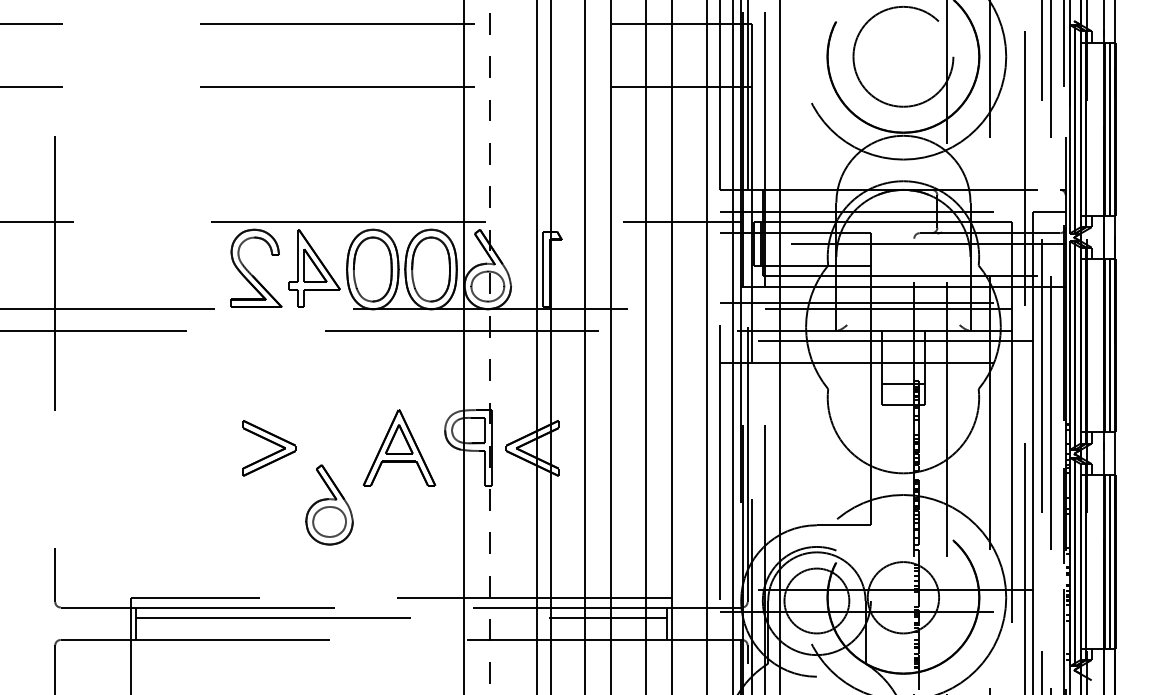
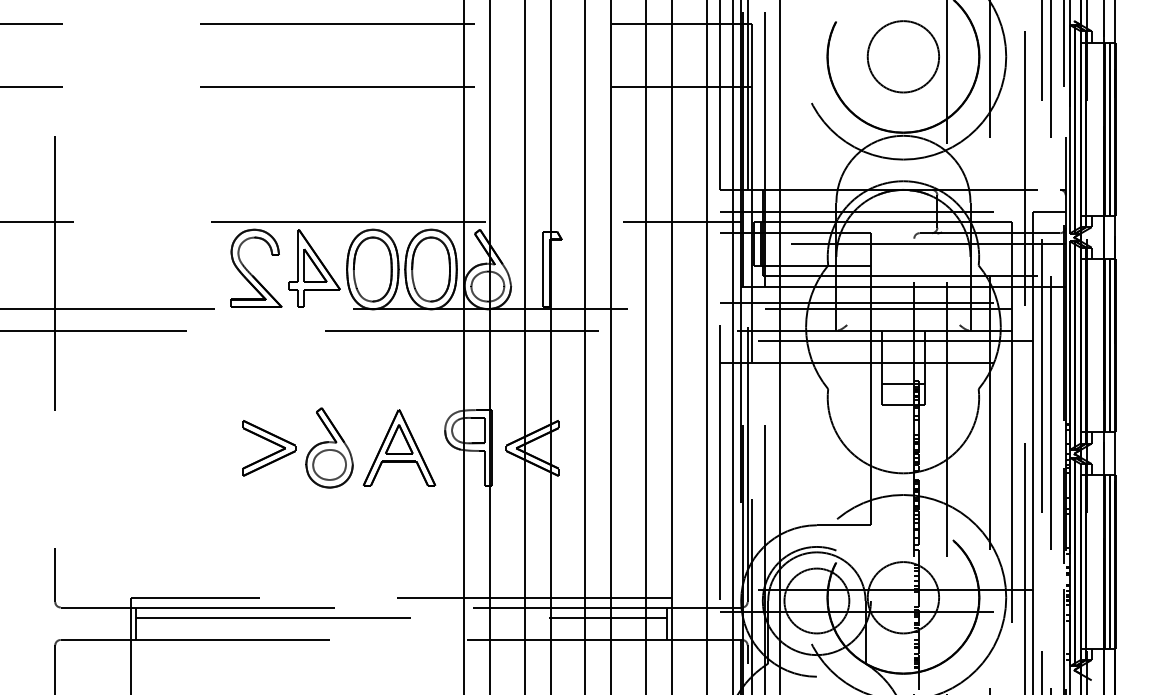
circle at (903, 56) diameter: 100 px -> 71 px
line at (536, 346) position: (536, 346) -> (524, 346)
line at (490, 347): dashed -> solid
part at (329, 504) position: (329, 504) -> (329, 447)
